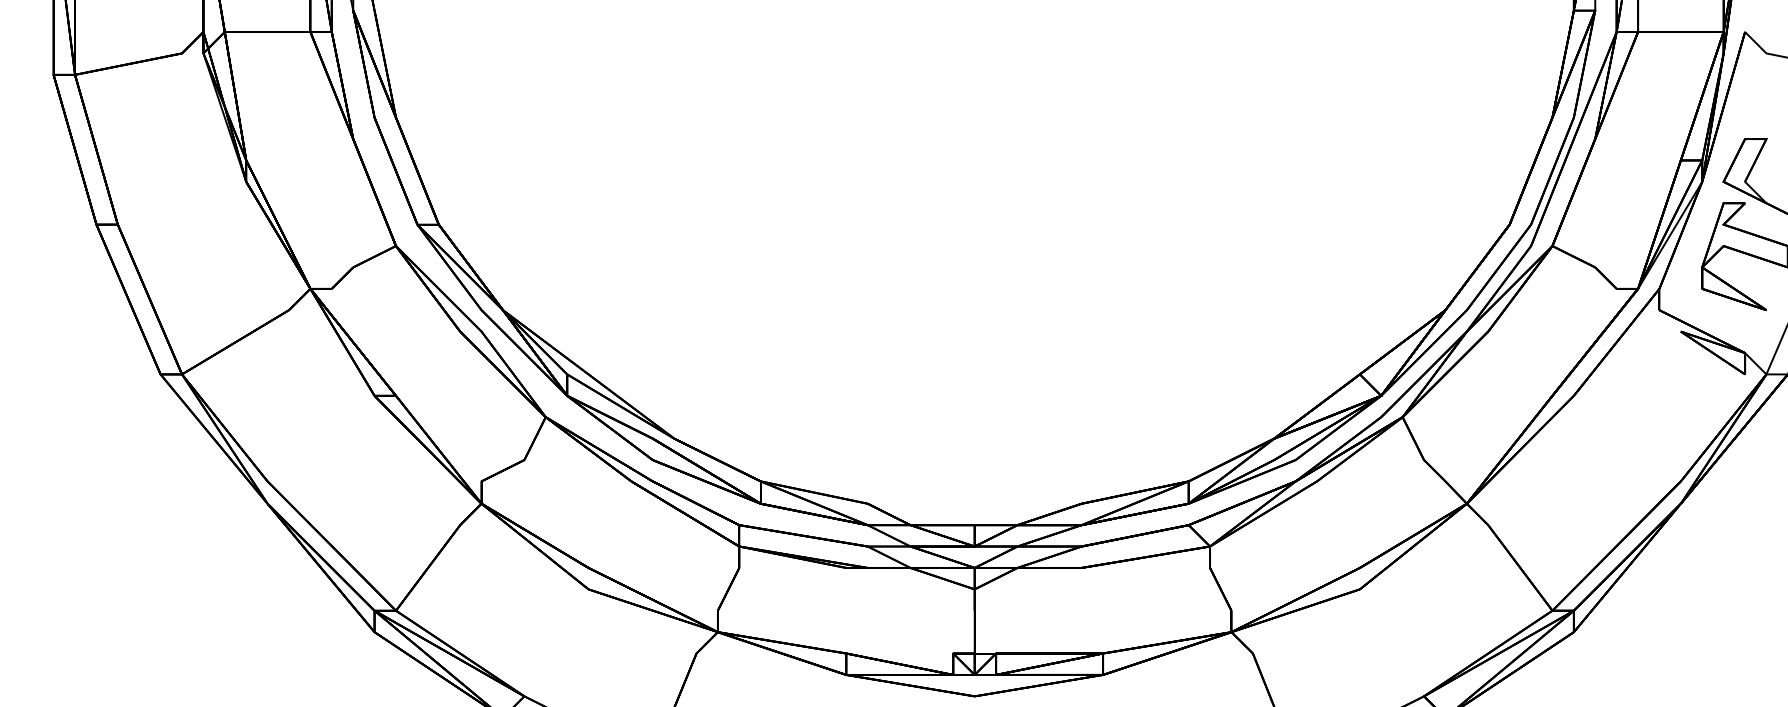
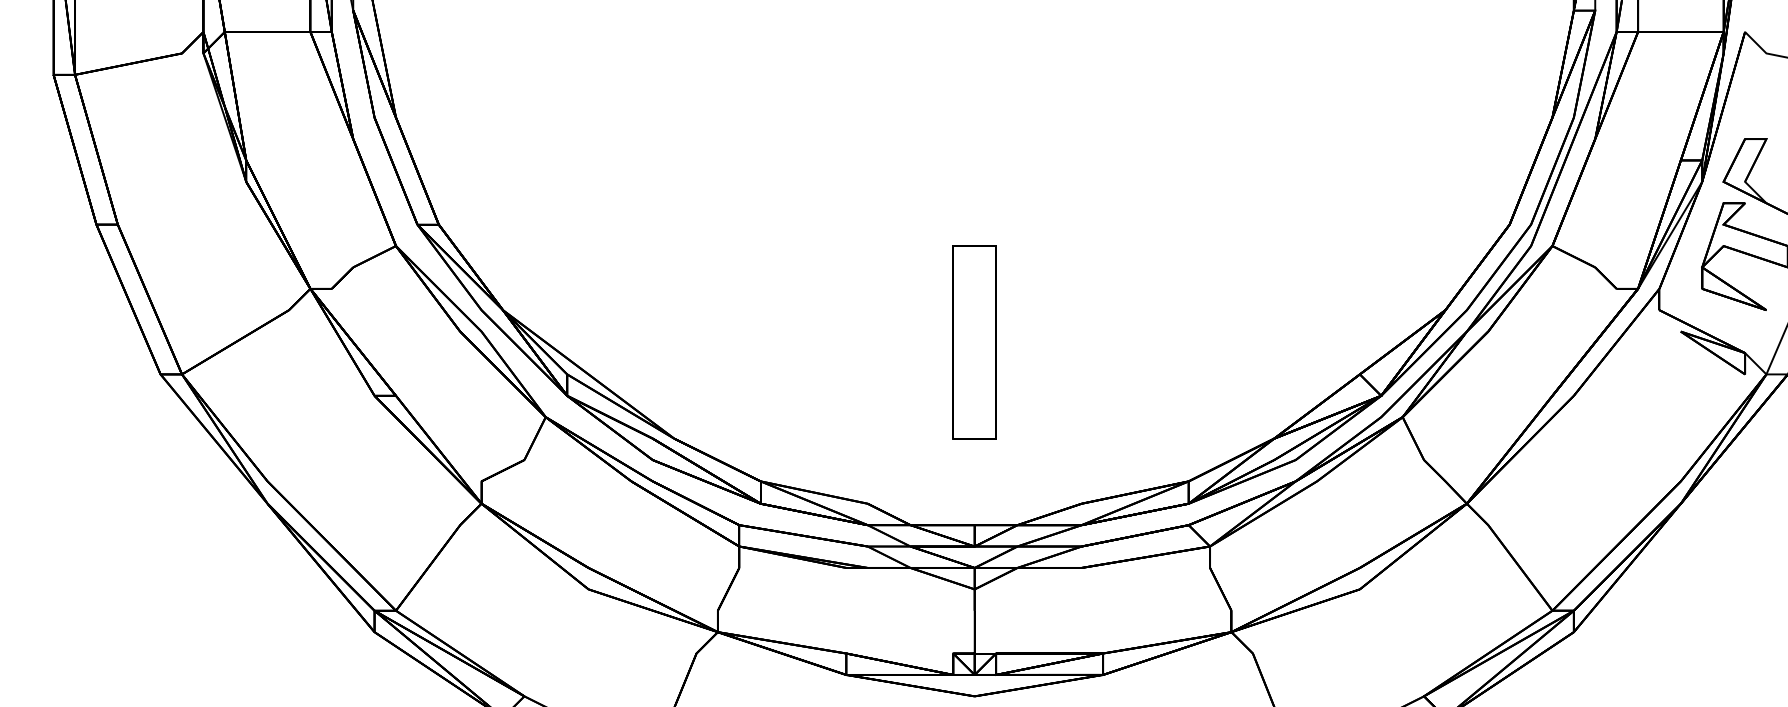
part at (974, 342): none -> present
